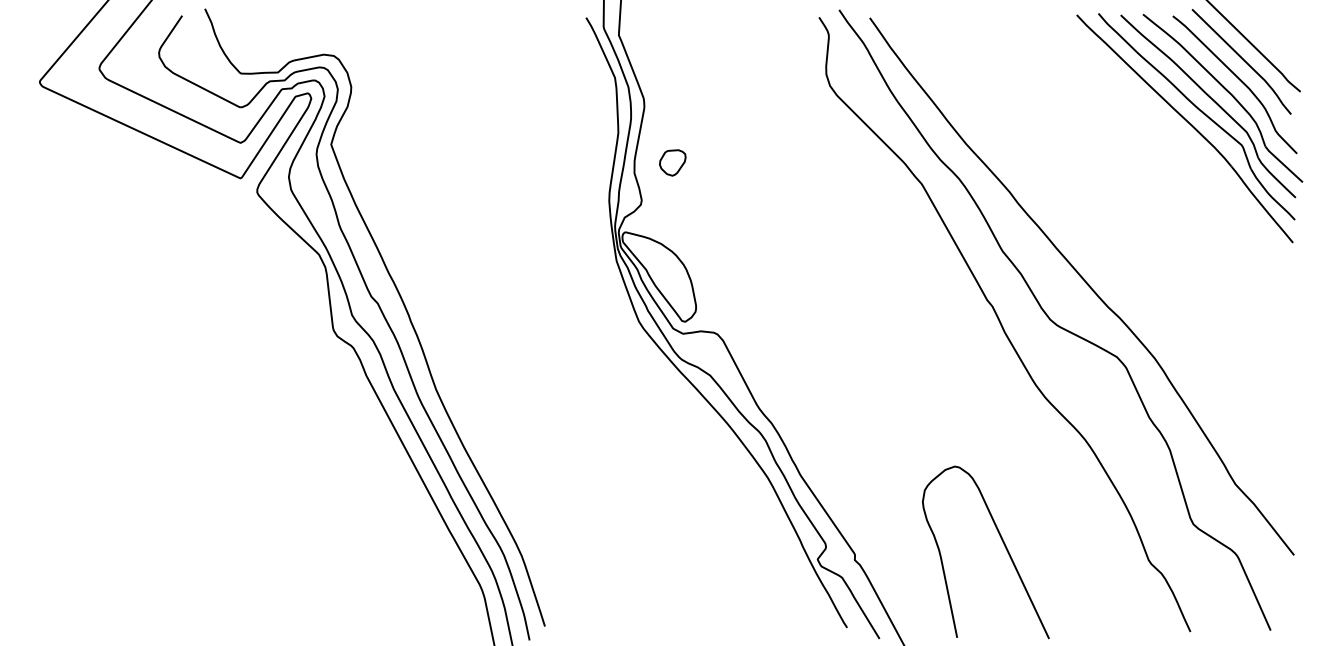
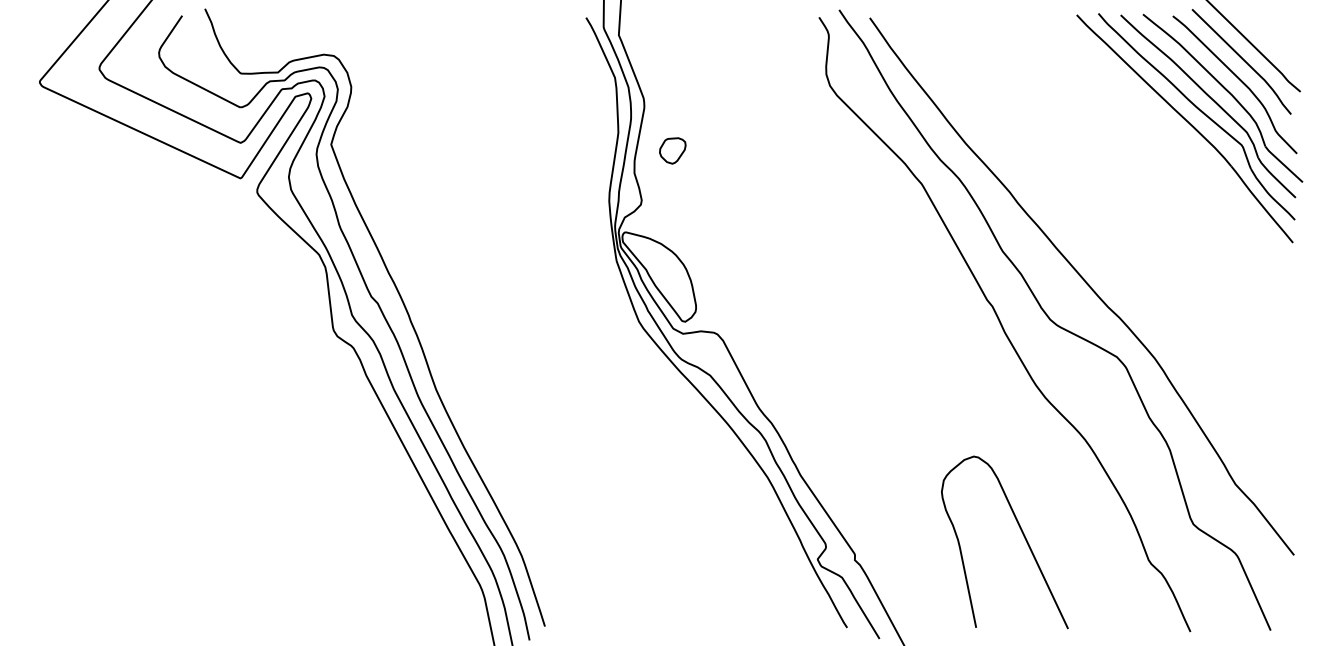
part at (672, 162) position: (672, 162) -> (672, 150)
curve at (1003, 544) position: (1003, 544) -> (1022, 534)
